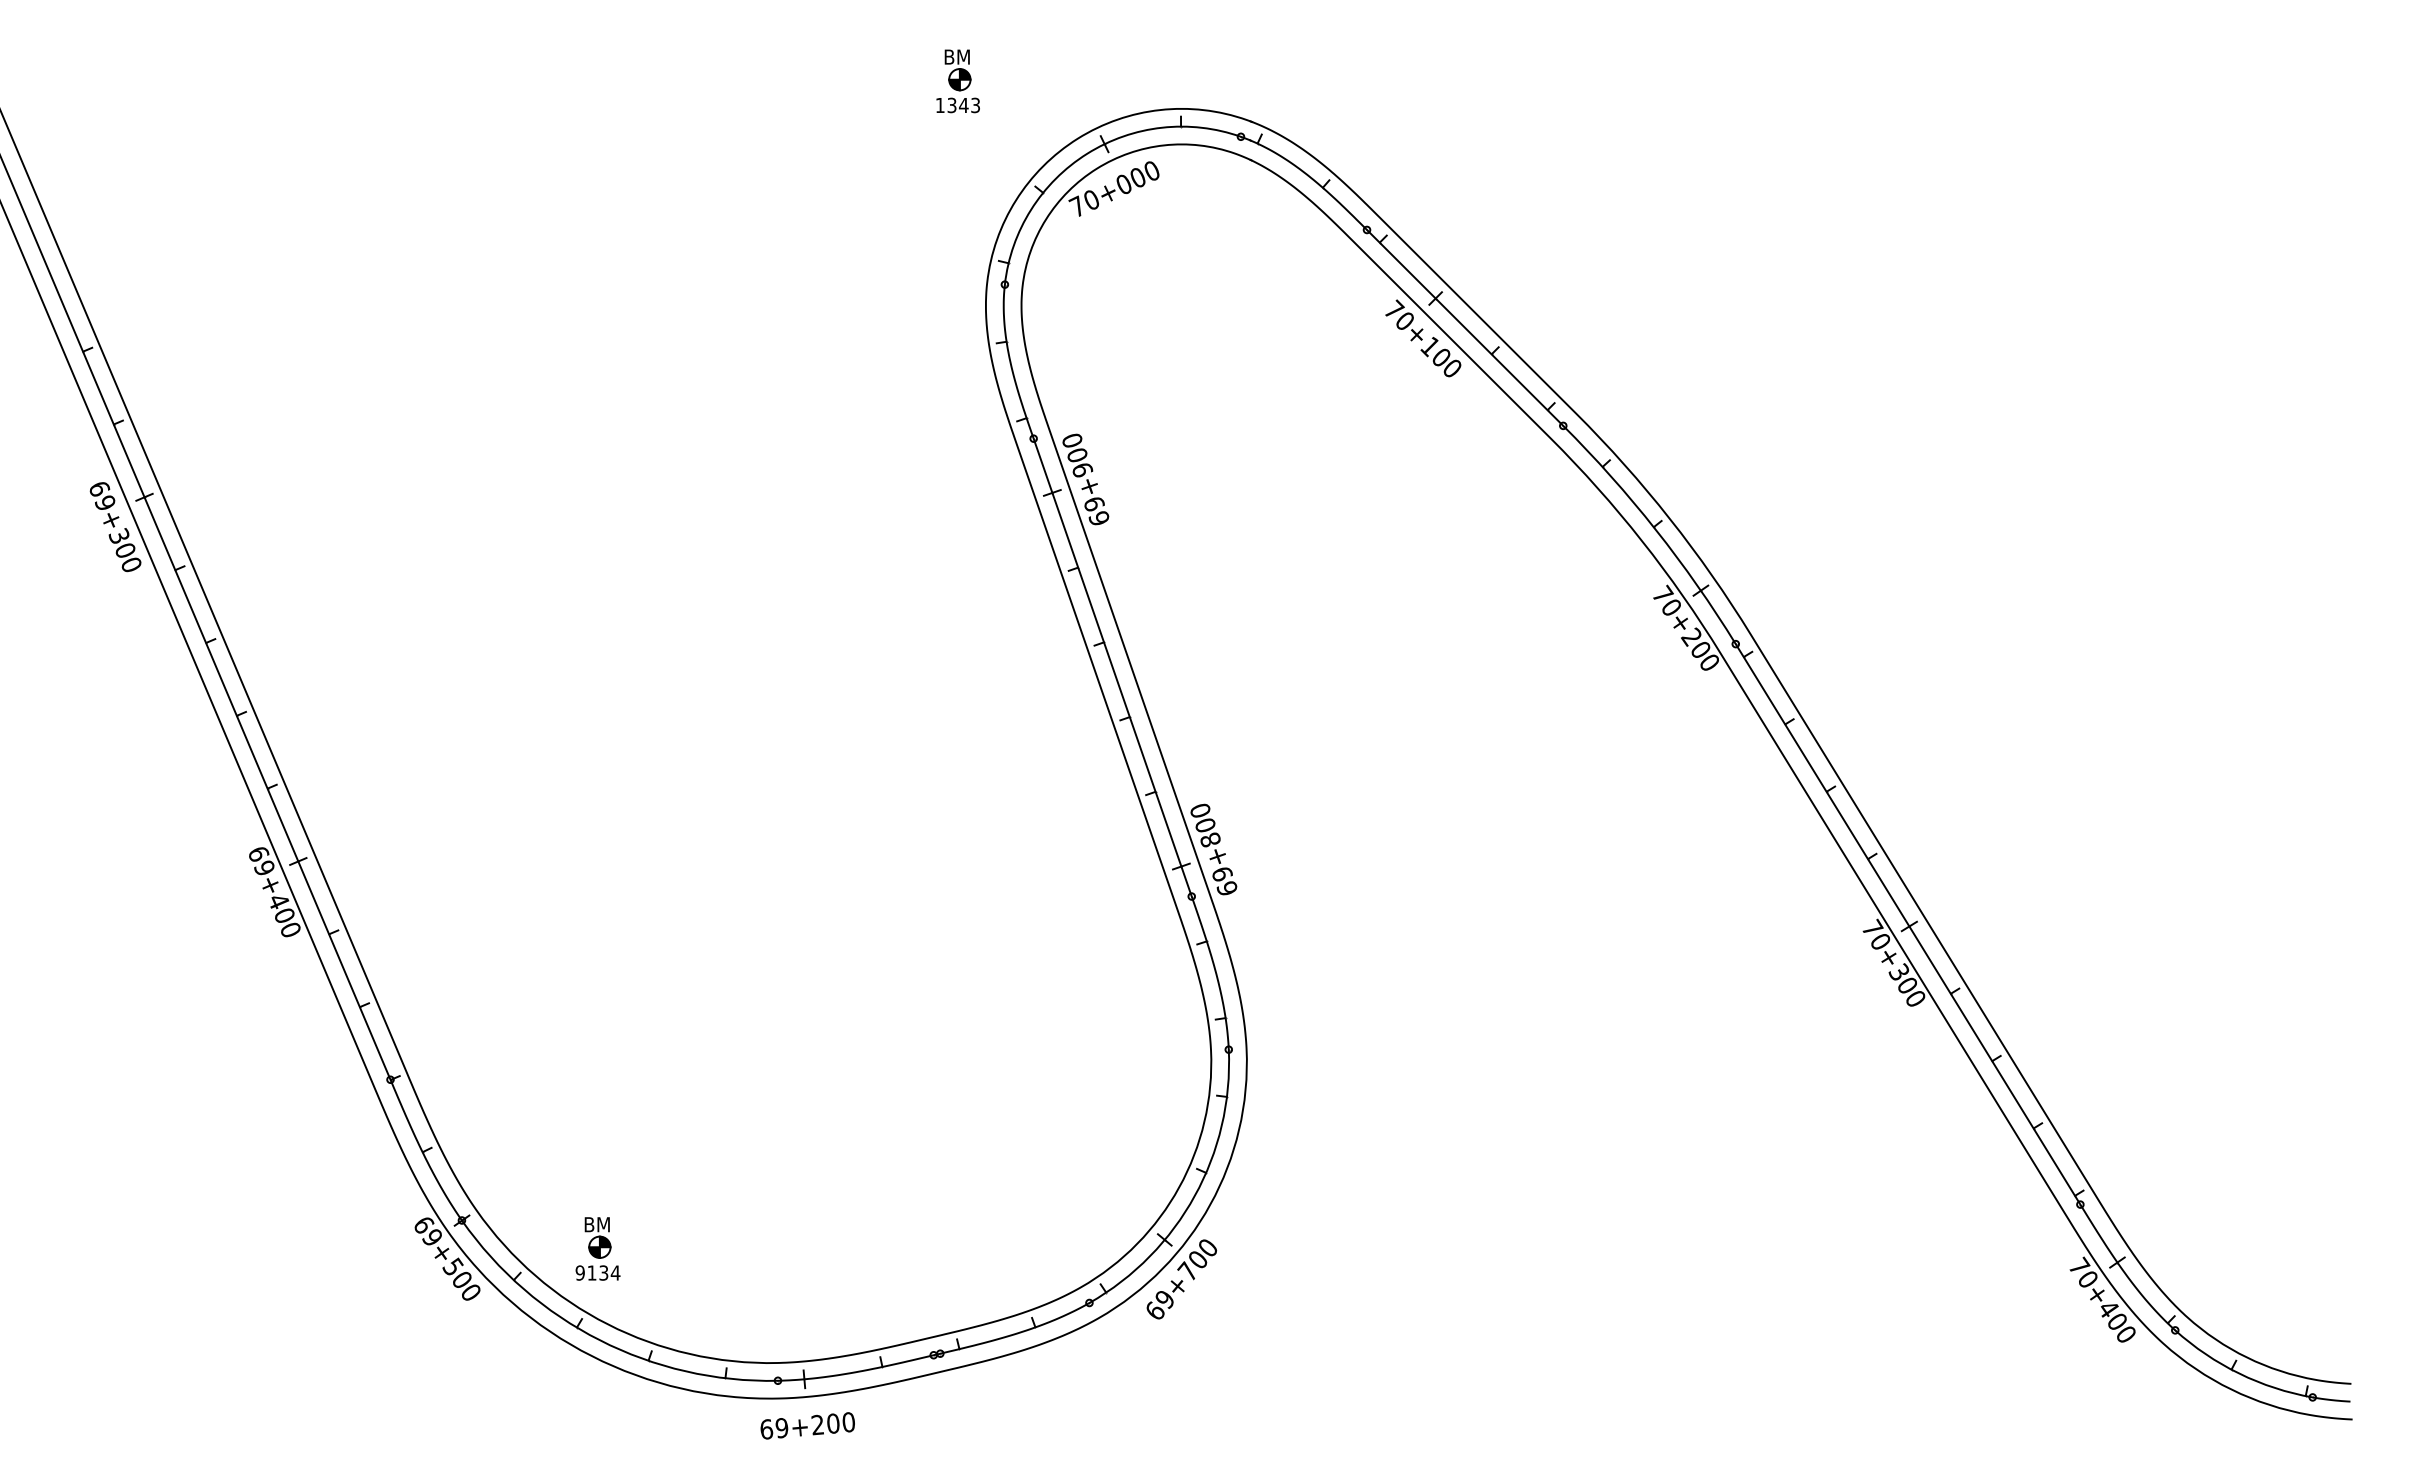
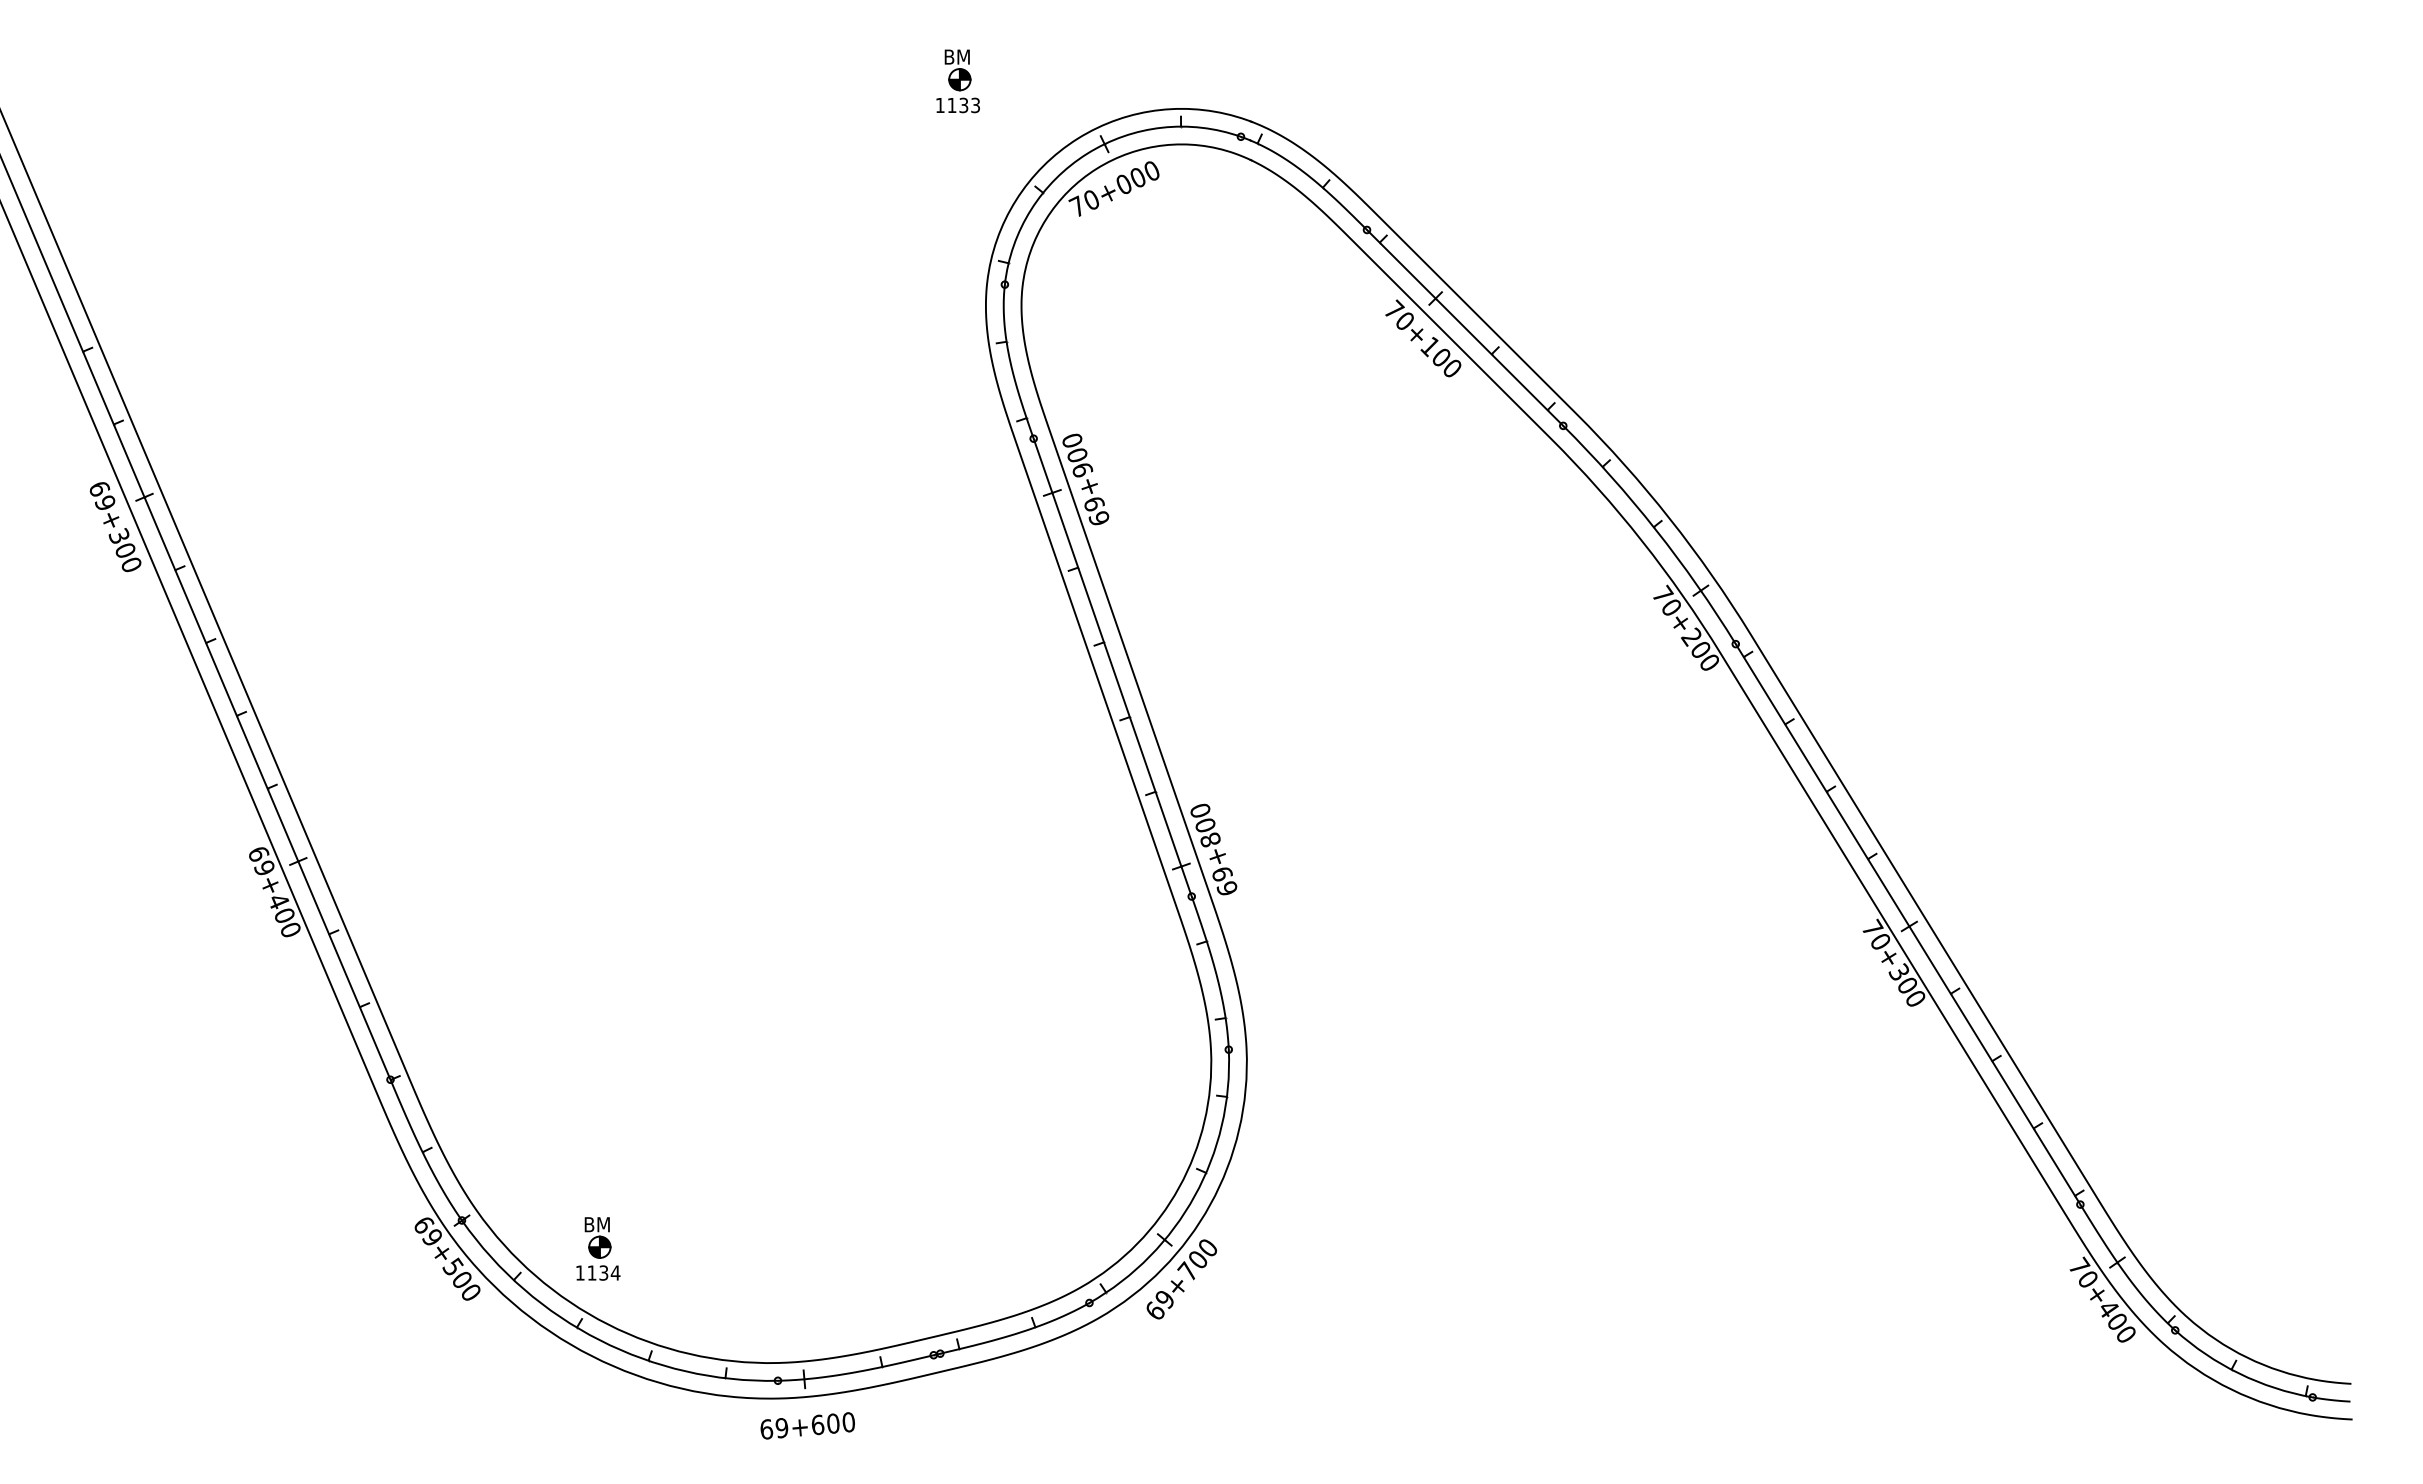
text at (957, 105): 1343 -> 1133
text at (579, 1272): 9134 -> 1134
text at (817, 1424): 69+200 -> 69+600
